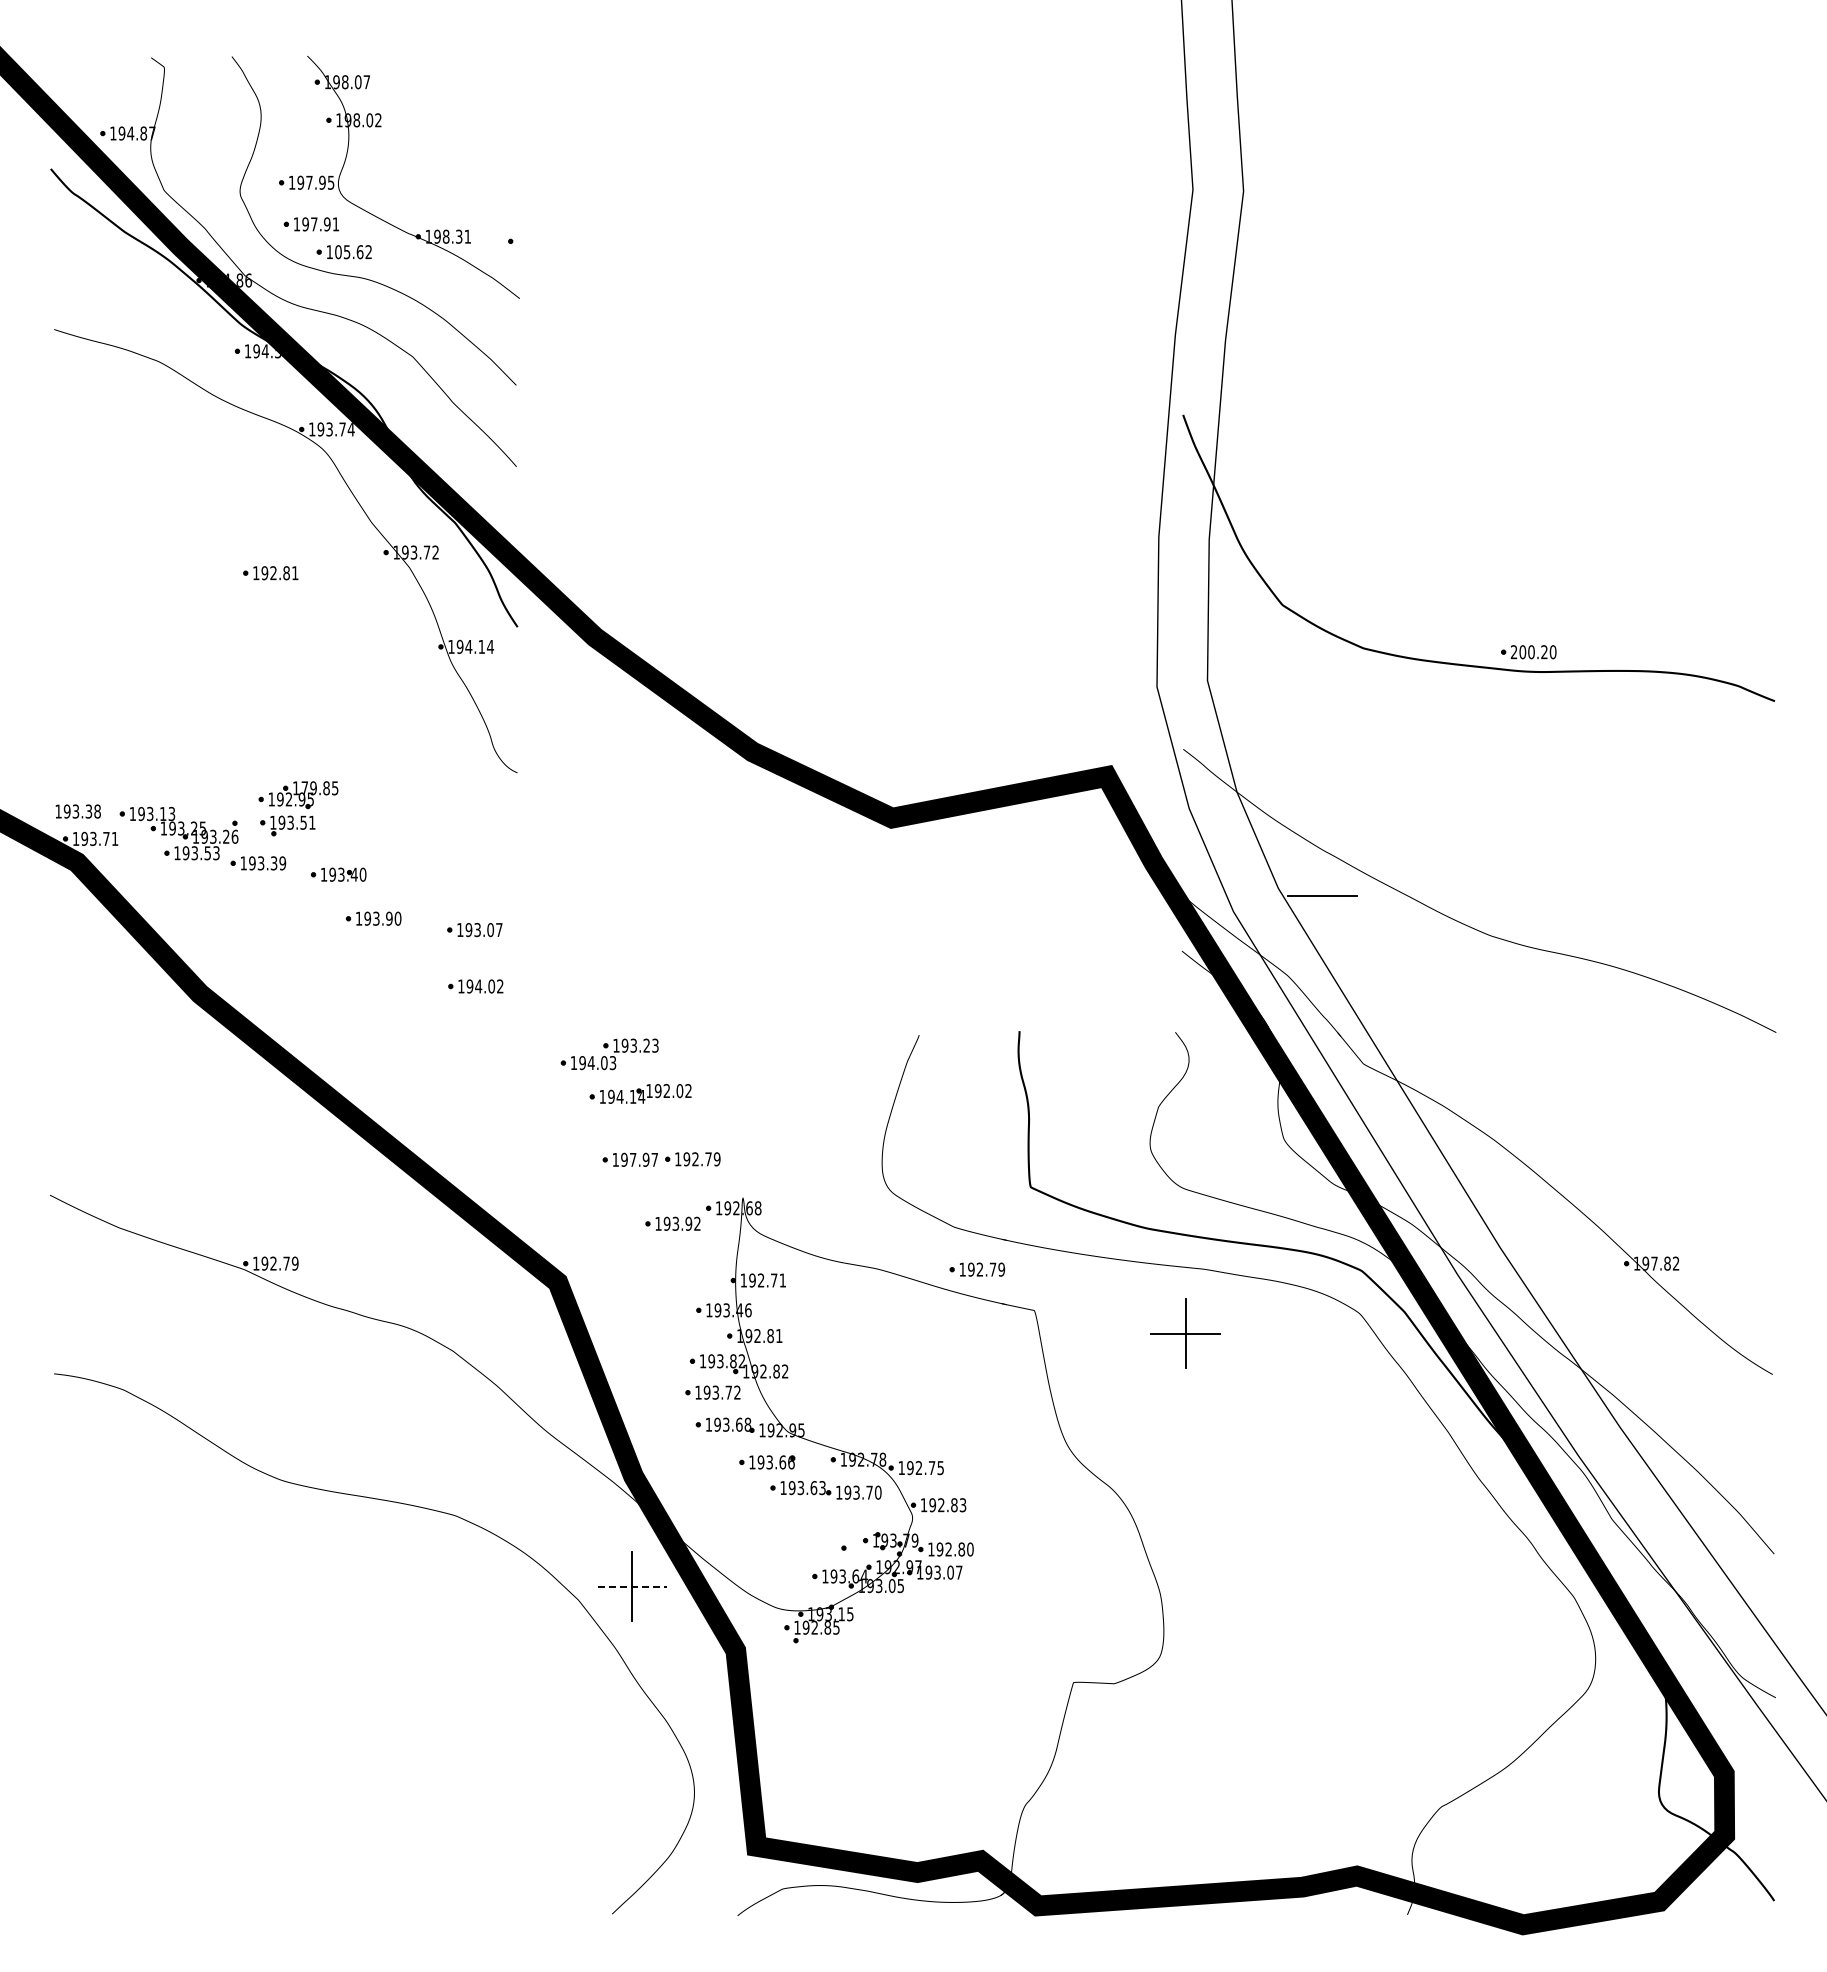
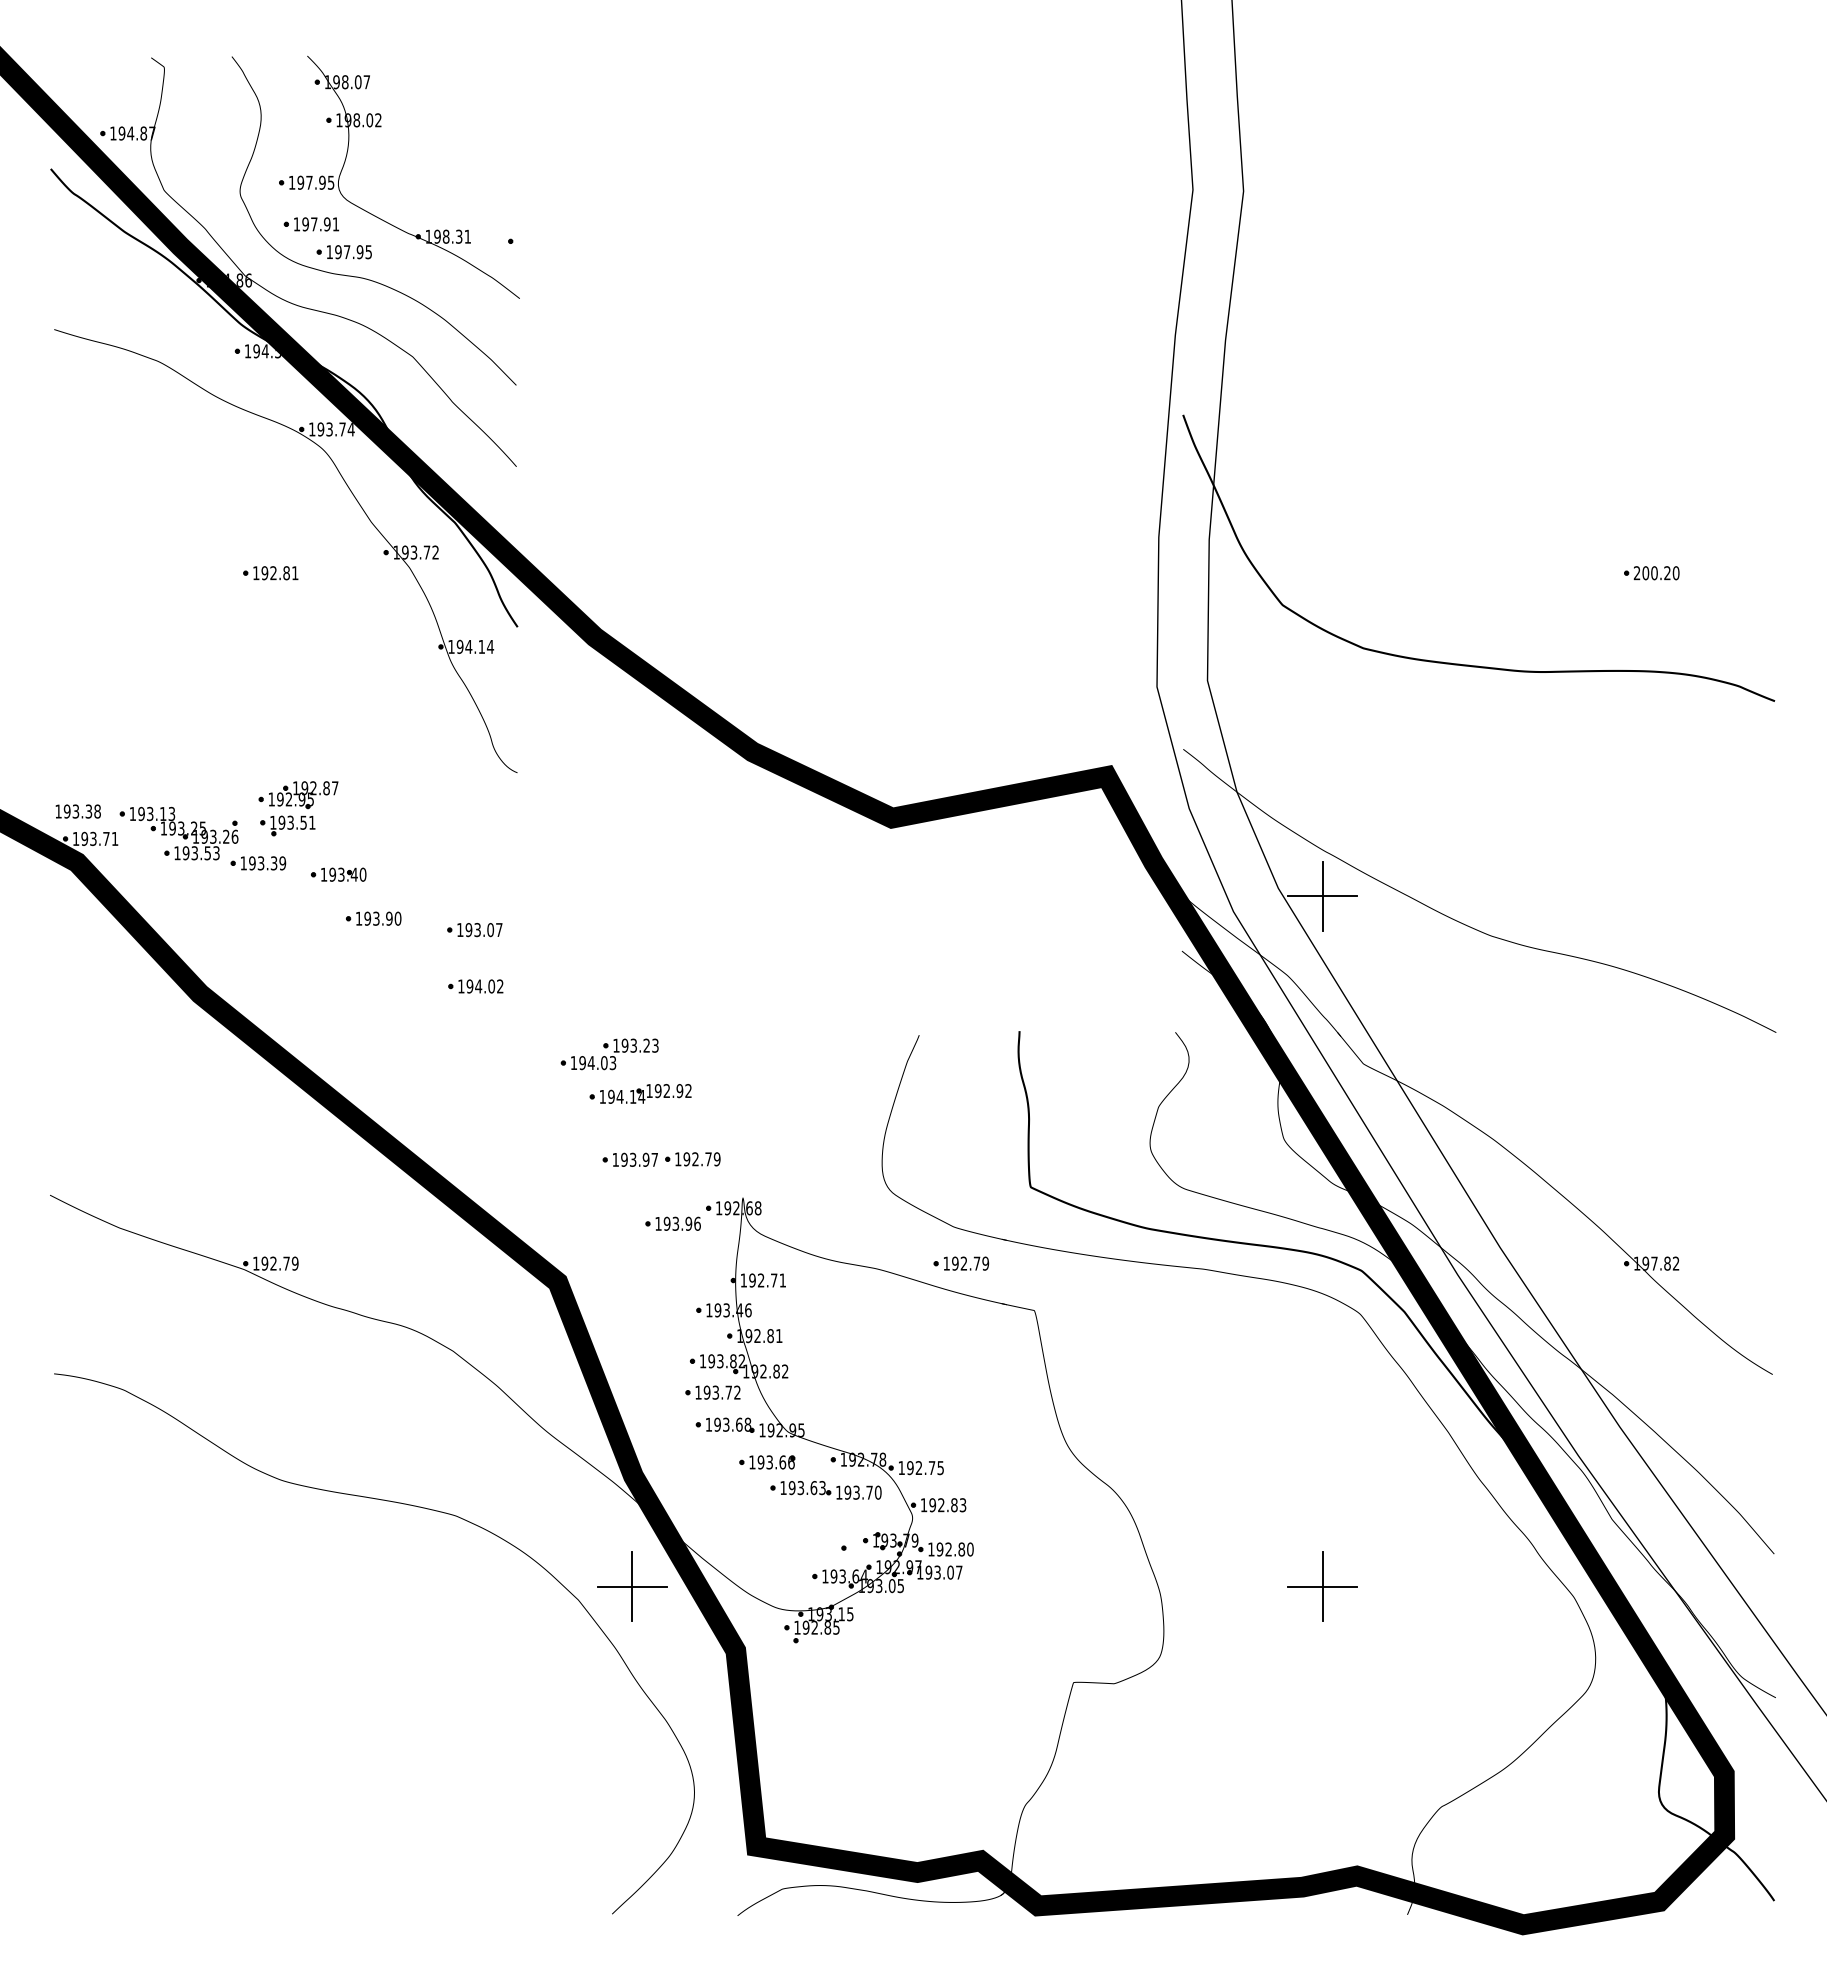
text at (353, 252): 105.62 -> 197.95
part at (1528, 652) position: (1528, 652) -> (1651, 573)
text at (319, 788): 179.85 -> 192.87
line at (1322, 896): none -> present
text at (679, 1091): 192.02 -> 192.92
text at (632, 1159): 197.97 -> 193.97
text at (697, 1223): 193.92 -> 193.96
part at (977, 1269) position: (977, 1269) -> (961, 1263)
part at (1185, 1333) position: (1185, 1333) -> (1322, 1586)
line at (632, 1586): dashed -> solid
